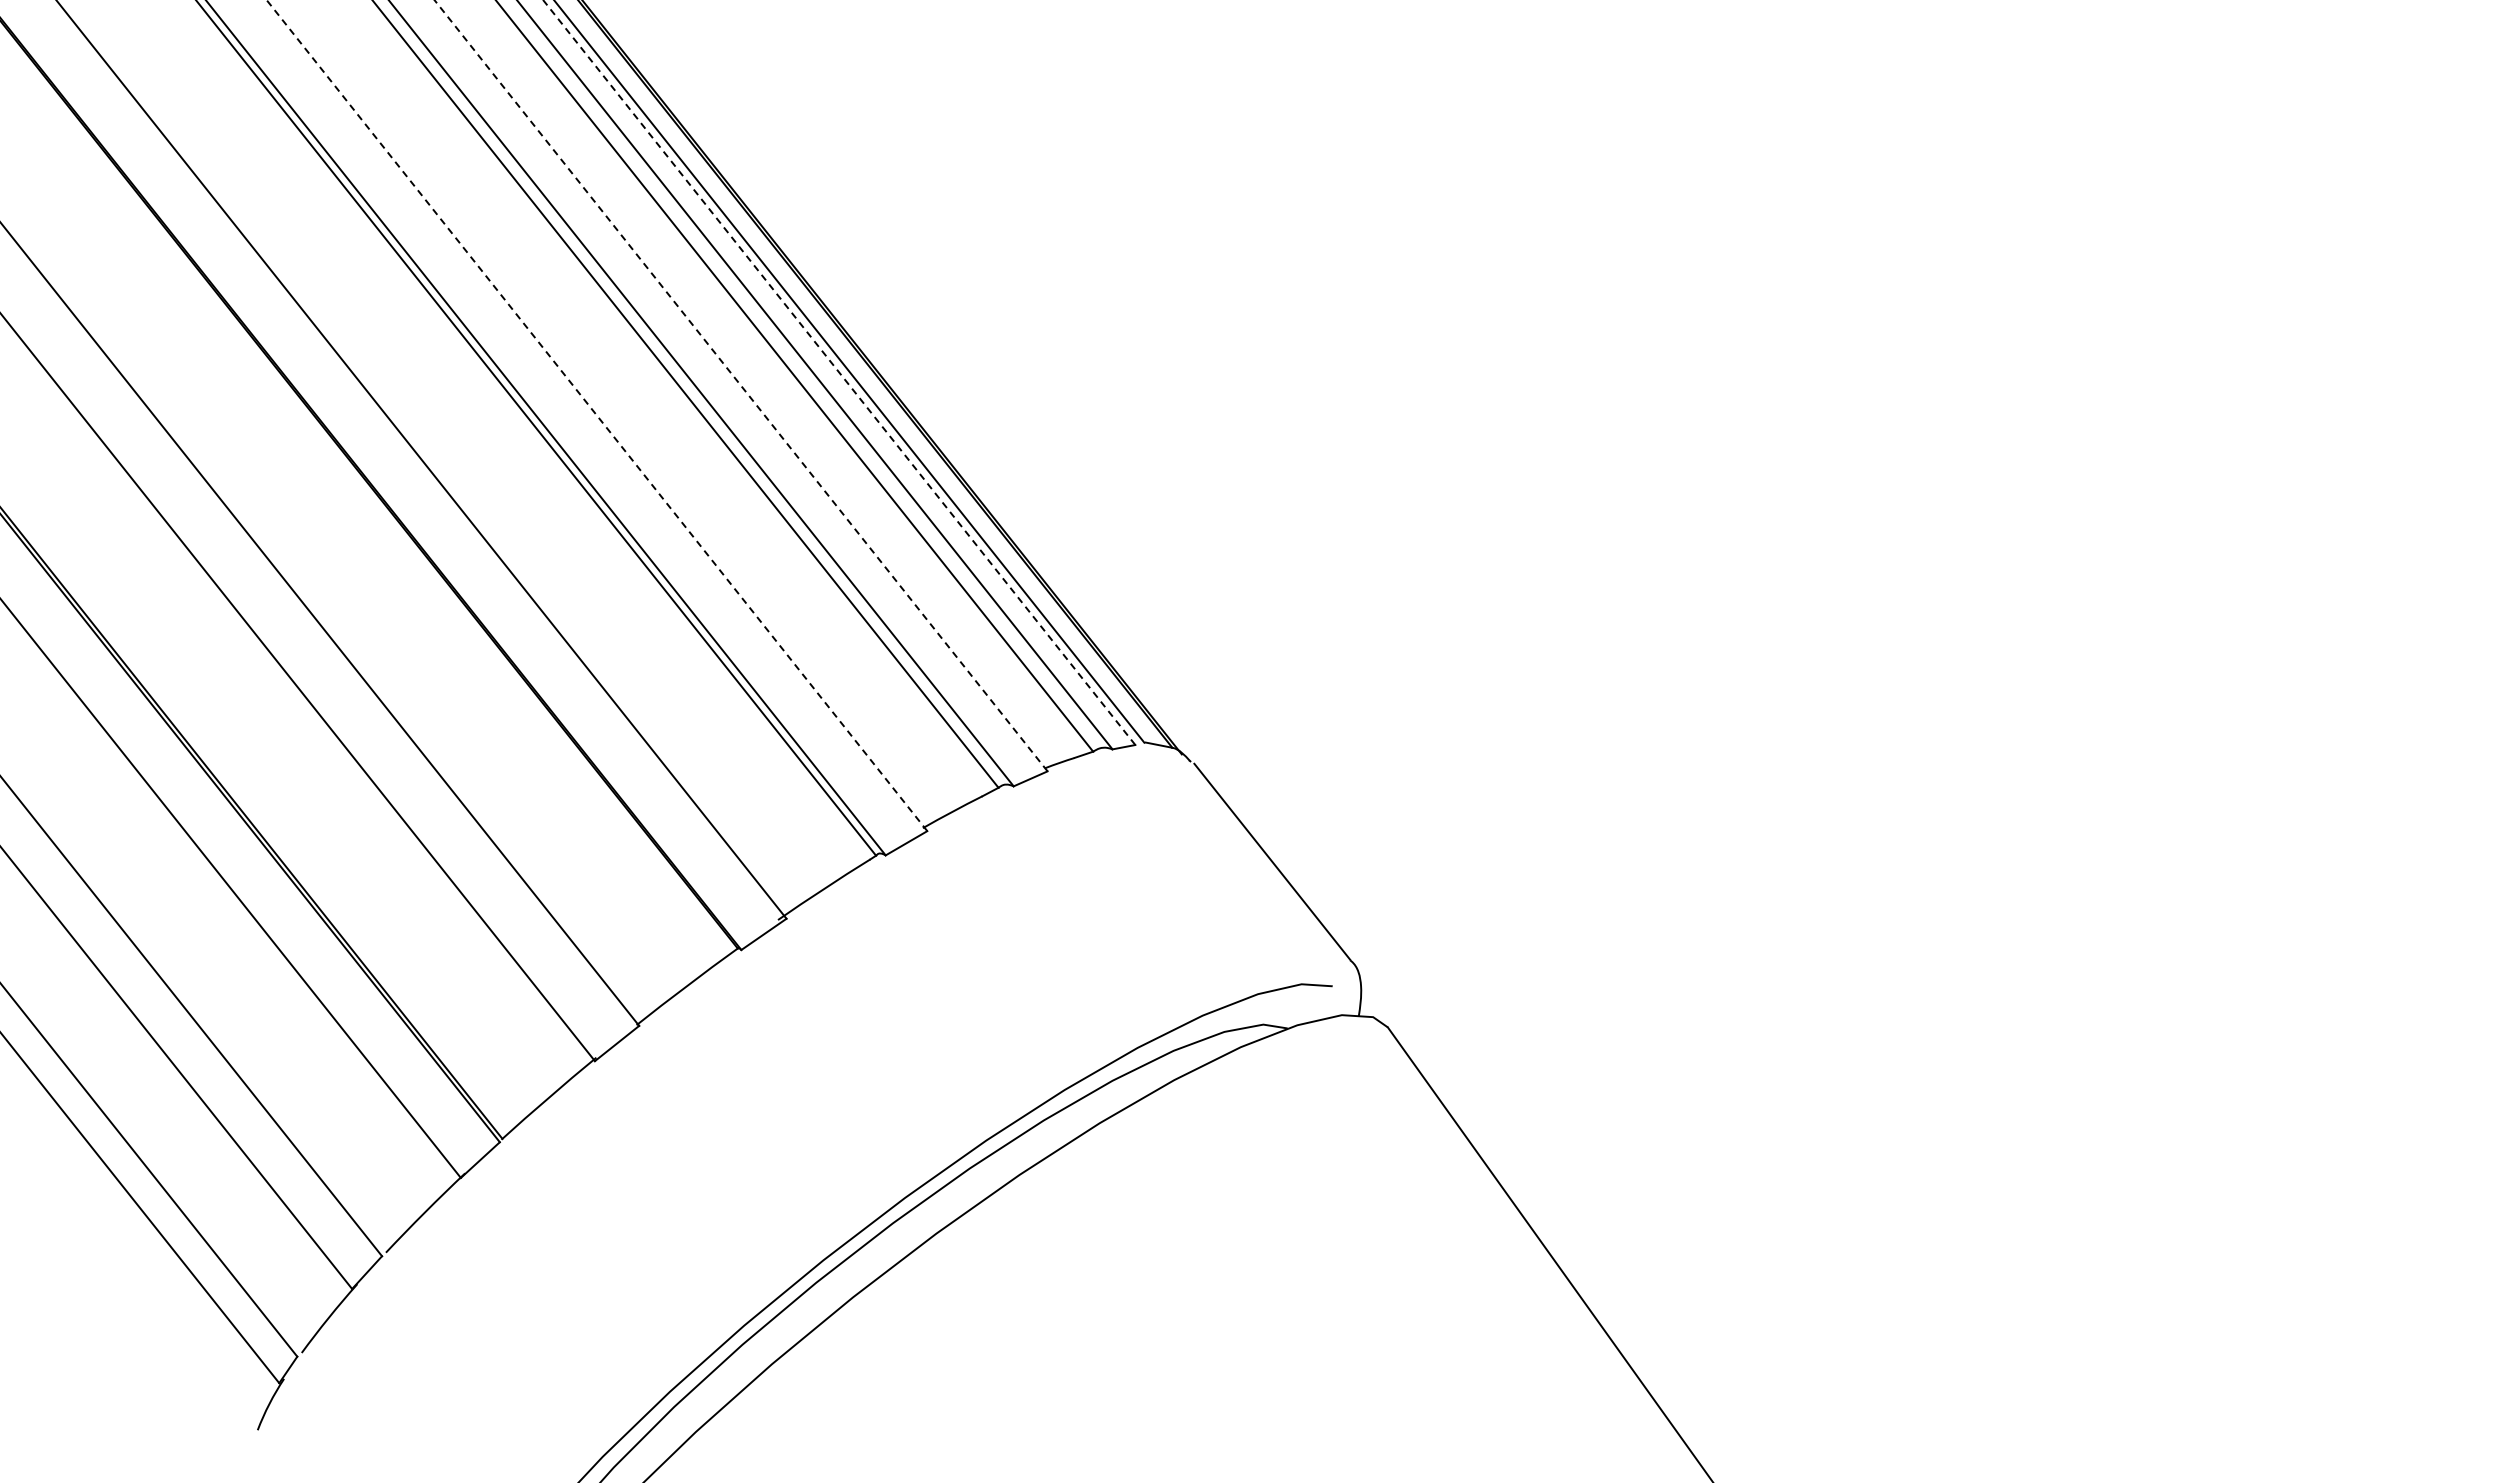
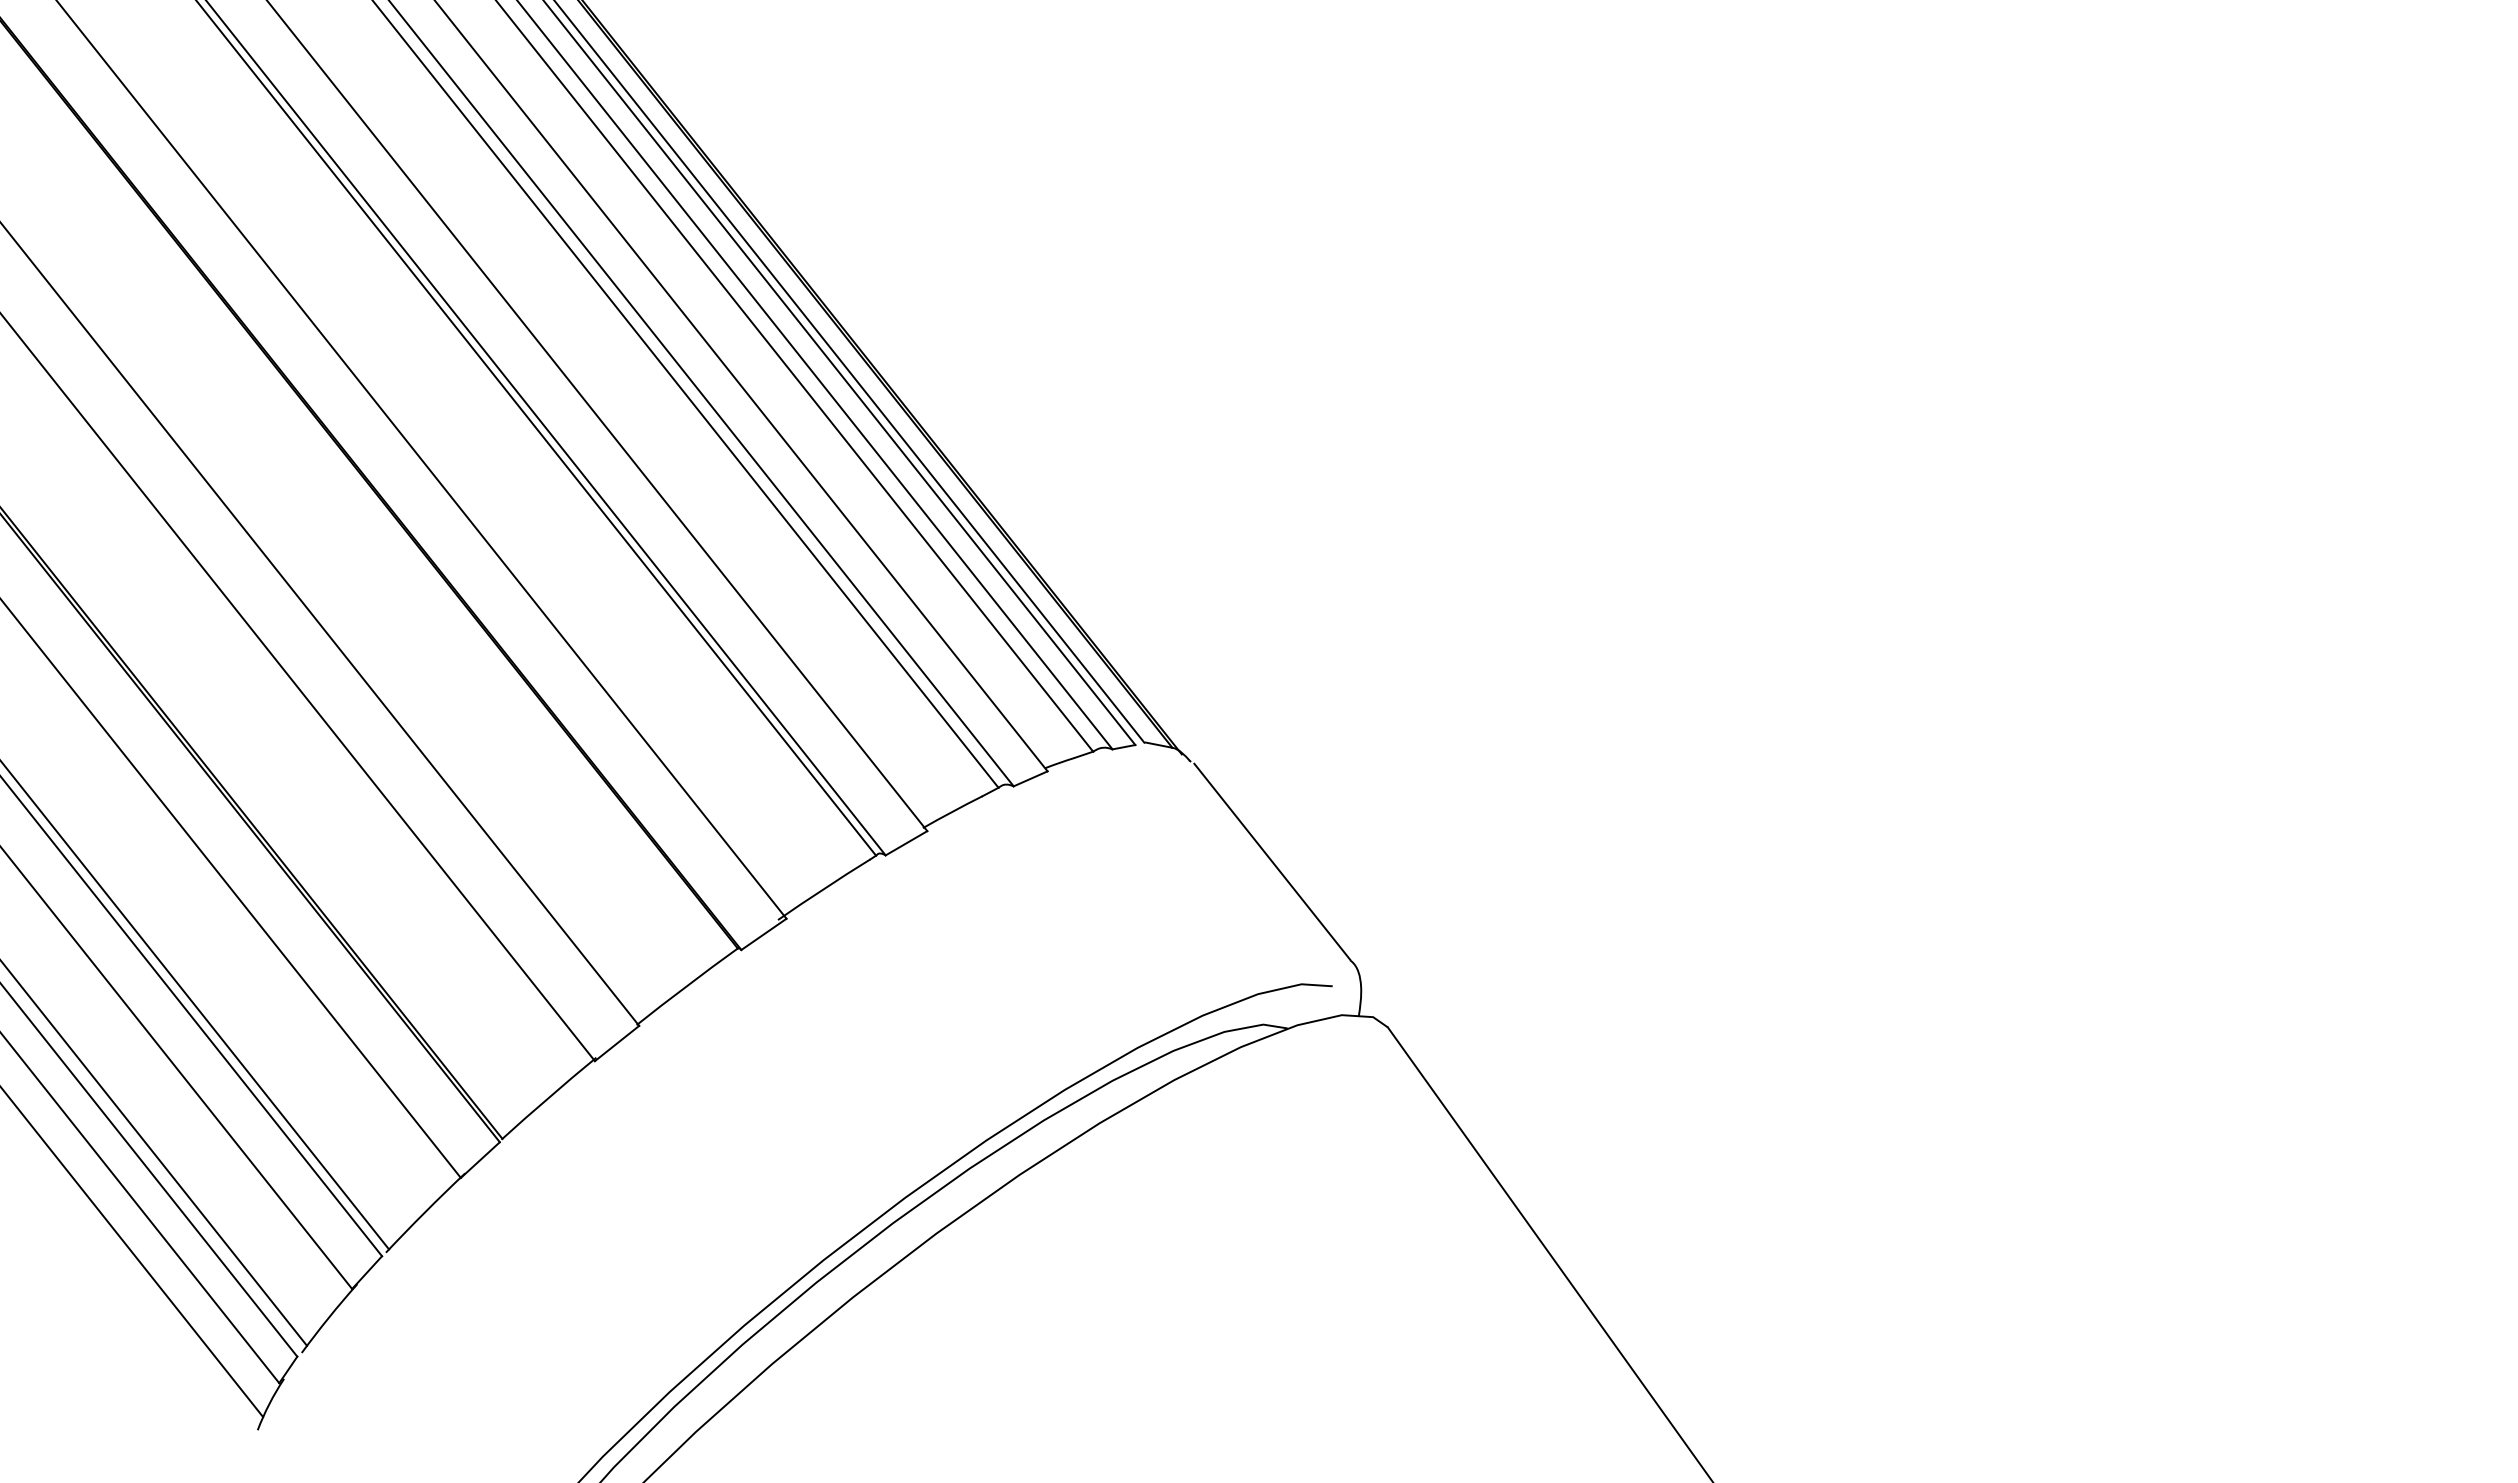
line at (839, 372): dashed -> solid
line at (740, 385): dashed -> solid
line at (596, 415): dashed -> solid
line at (195, 1006): none -> present
line at (154, 1153): none -> present
line at (132, 1252): none -> present
